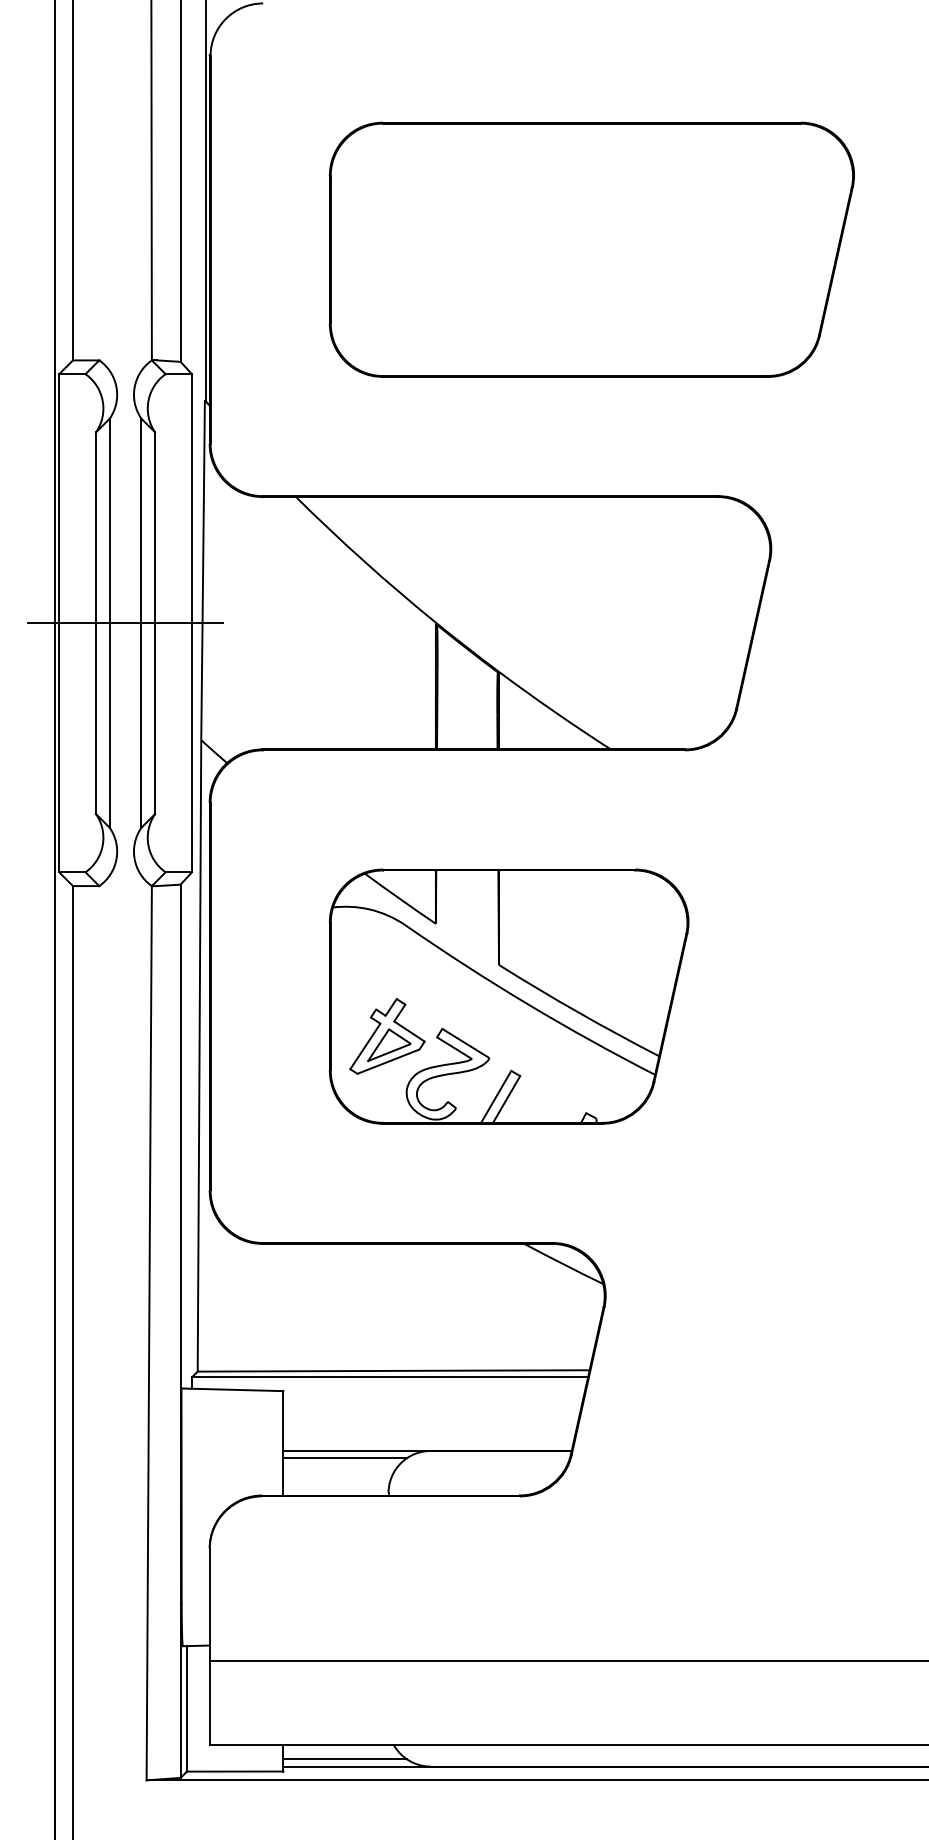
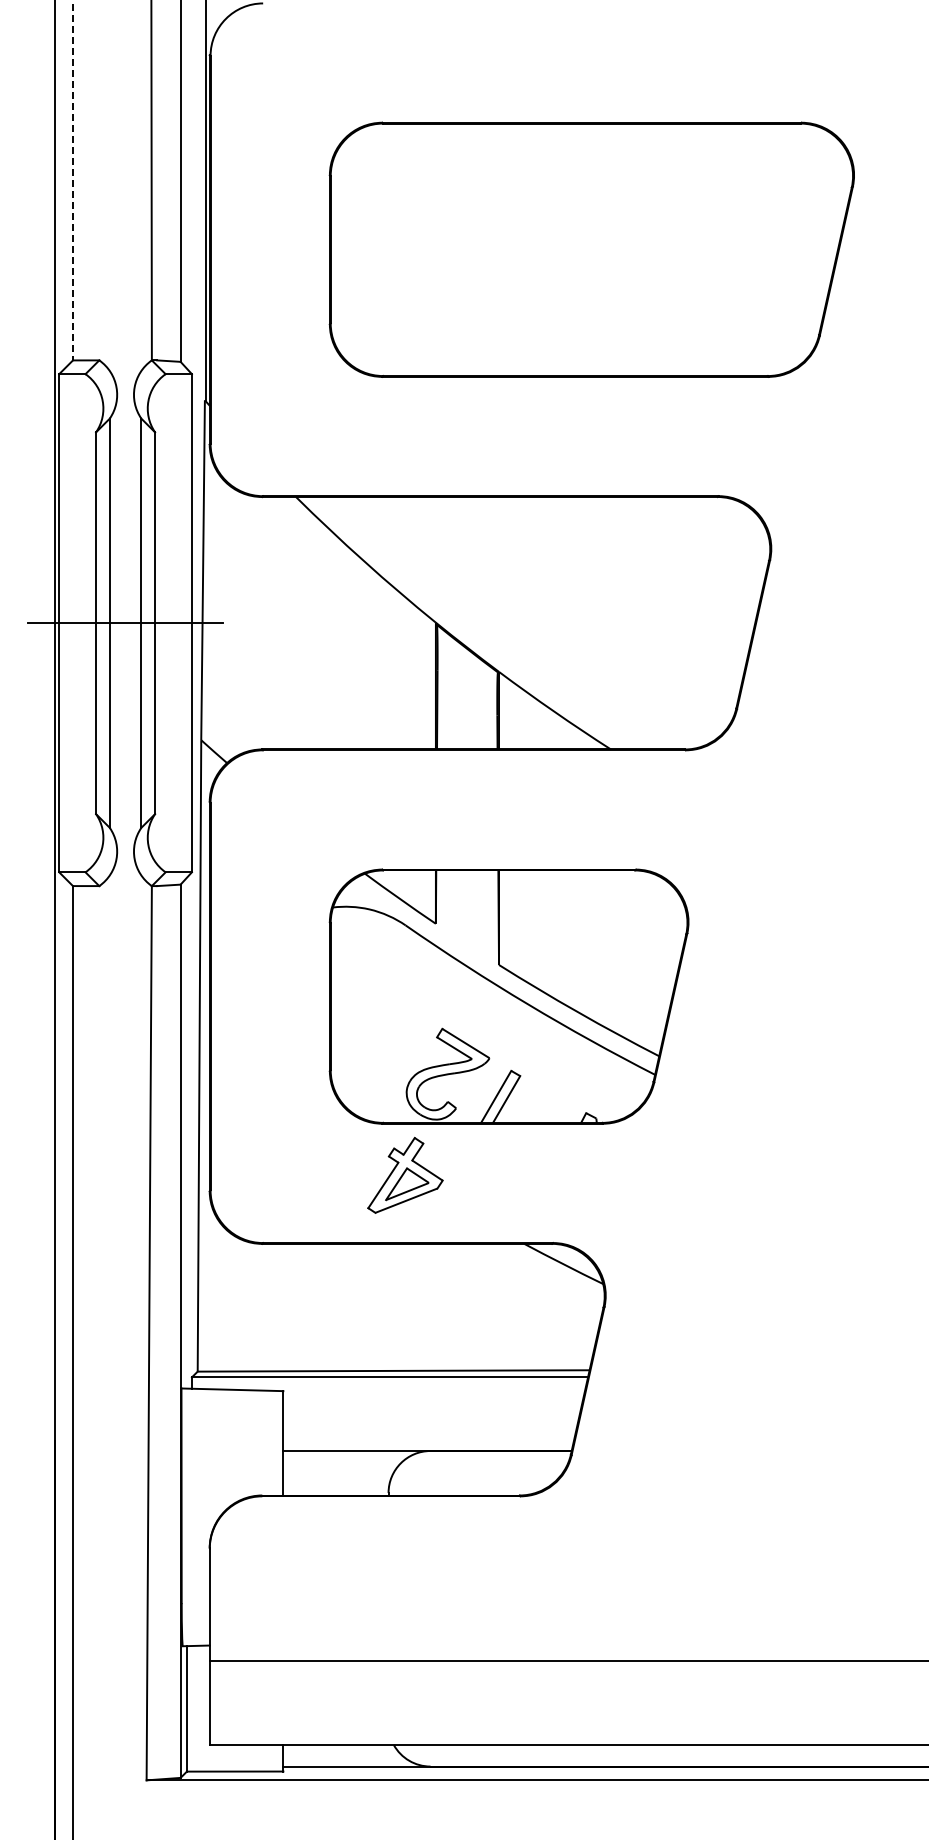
line at (72, 180): solid -> dashed
part at (387, 1035) position: (387, 1035) -> (405, 1174)
line at (344, 1458): present -> none
line at (344, 1759): present -> none
